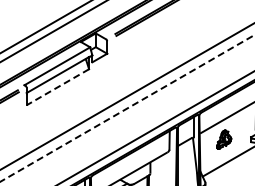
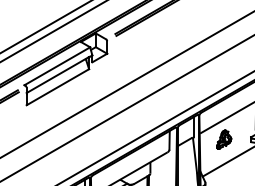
line at (57, 87): dashed -> solid
line at (126, 96) position: (126, 96) -> (126, 84)
line at (127, 108): dashed -> solid
